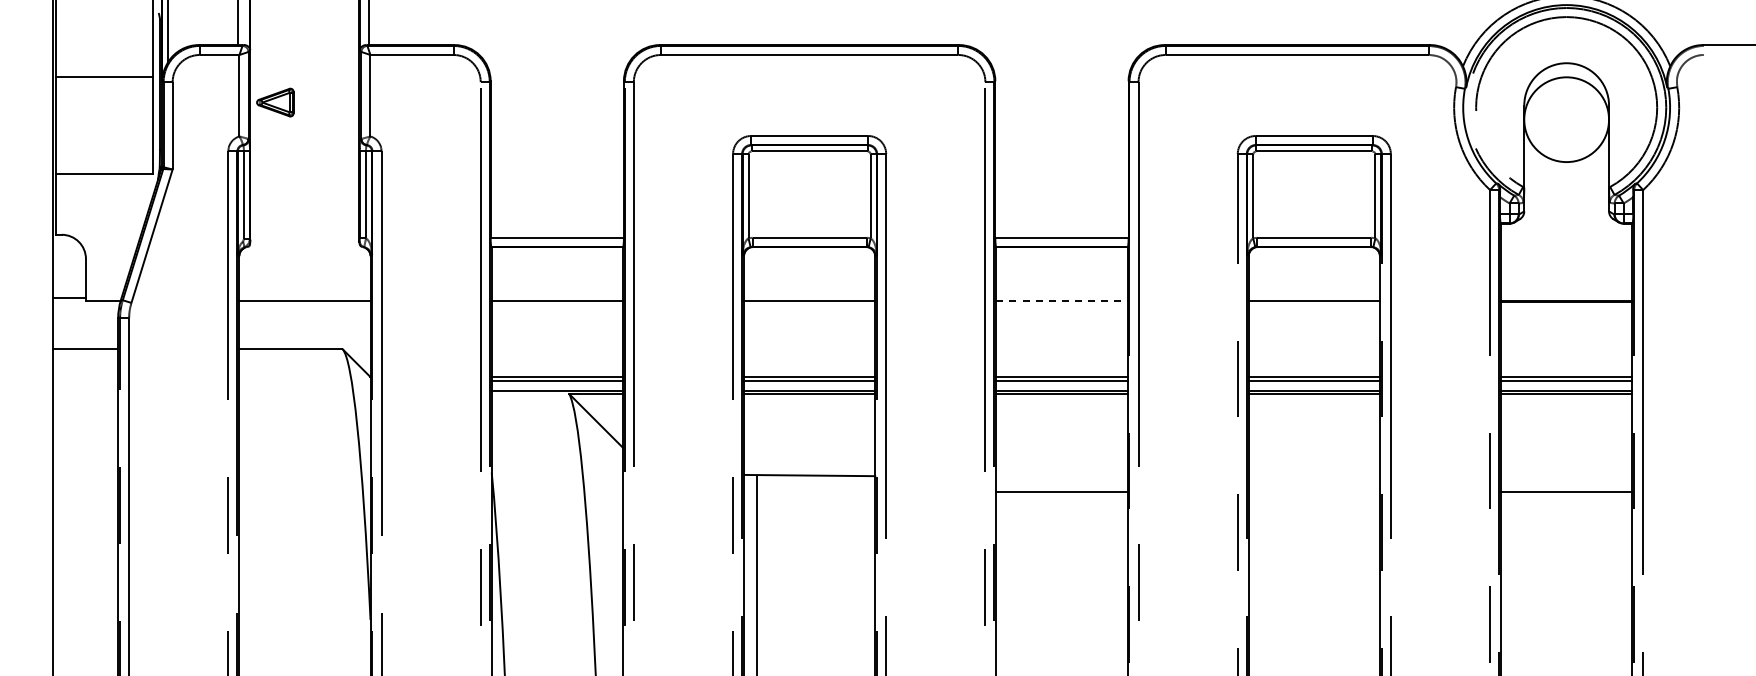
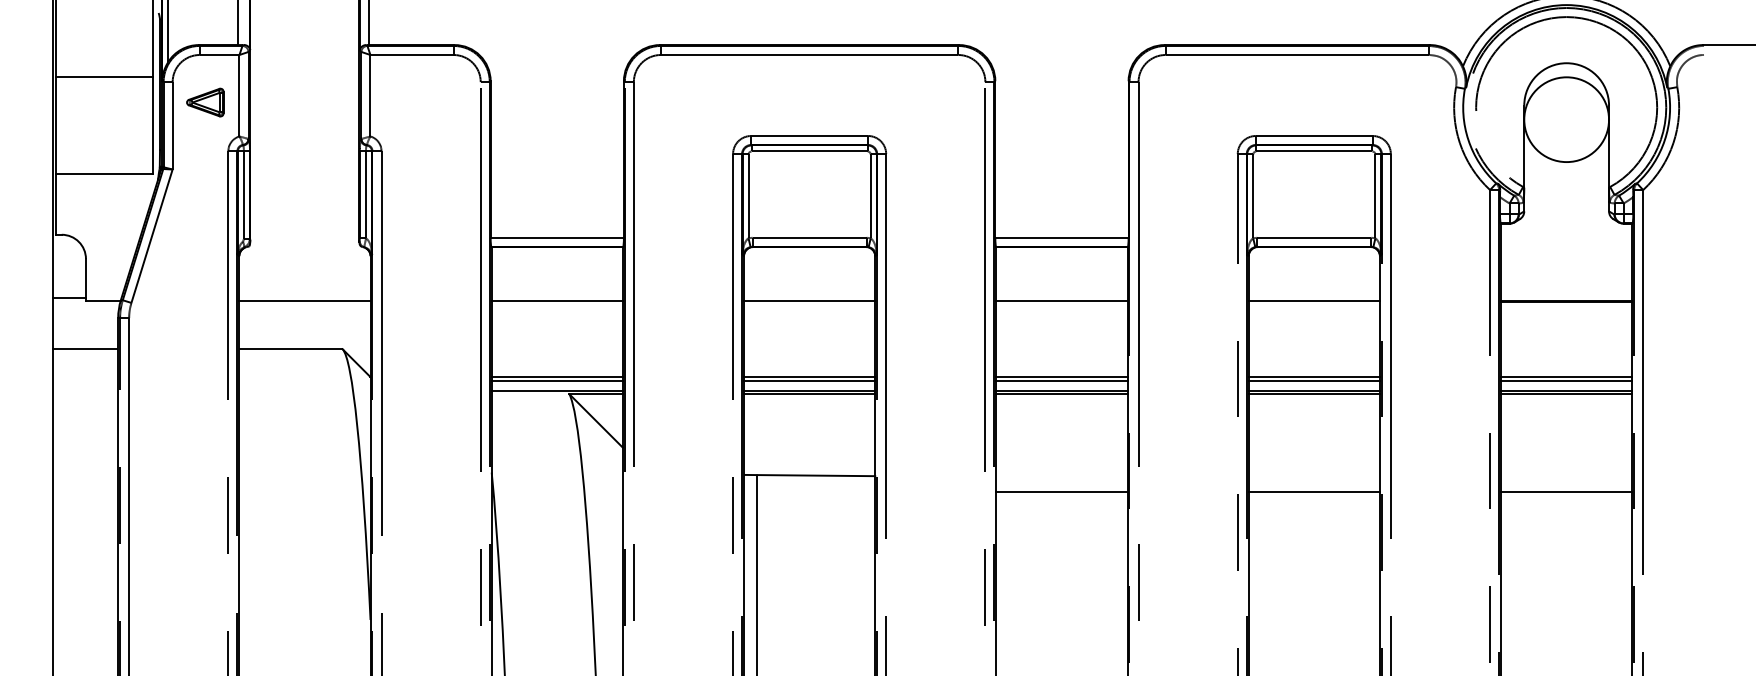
part at (275, 102) position: (275, 102) -> (205, 102)
line at (1061, 301): dashed -> solid
line at (1313, 491): none -> present
